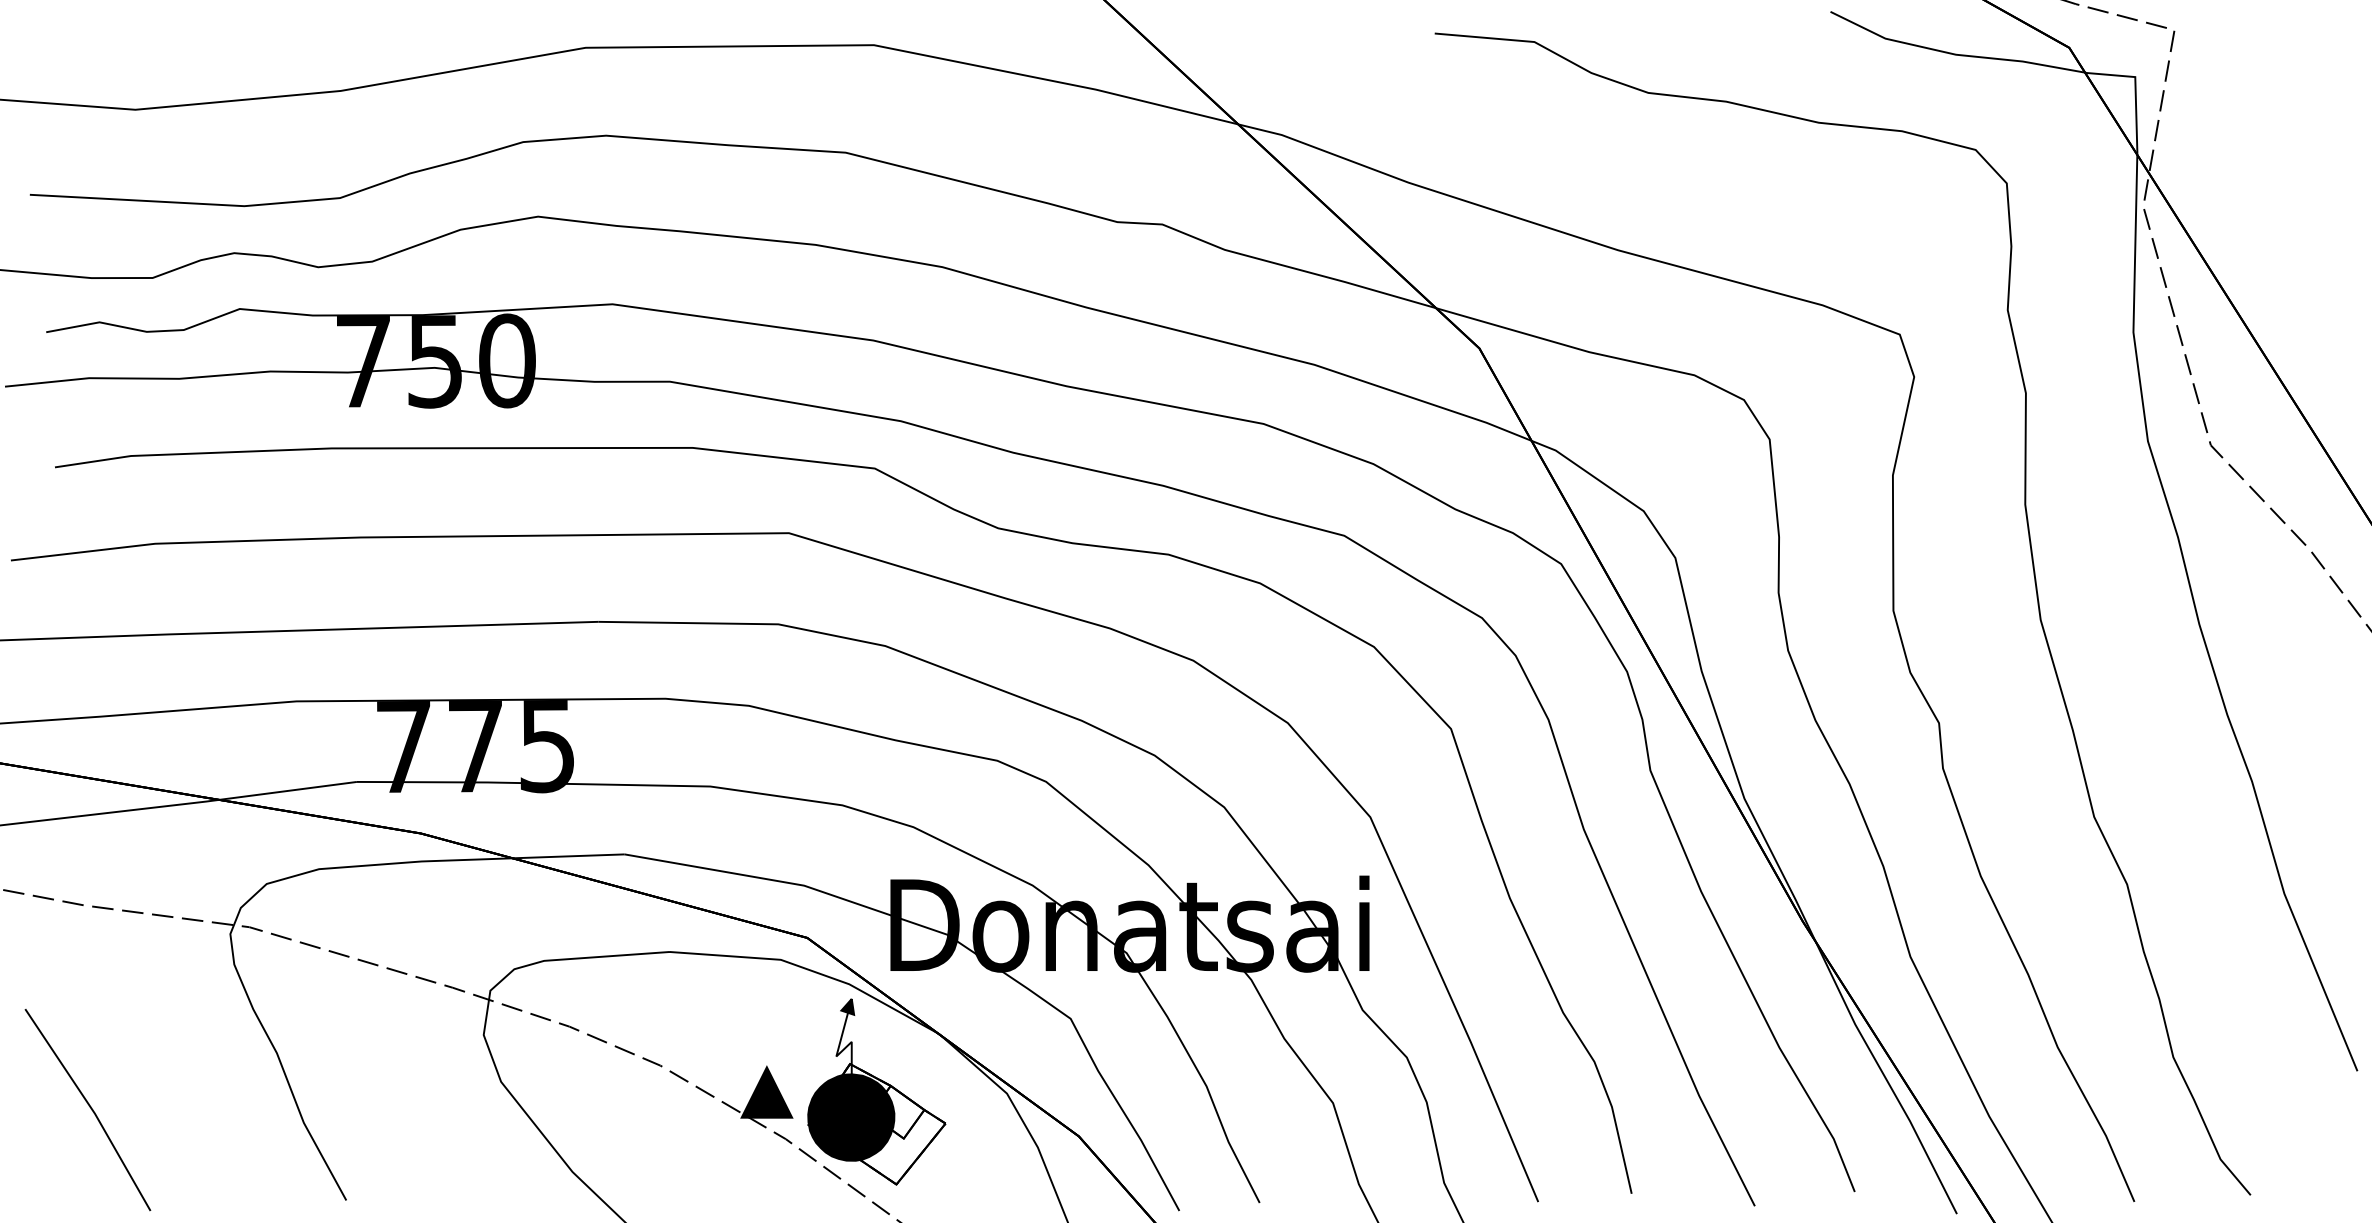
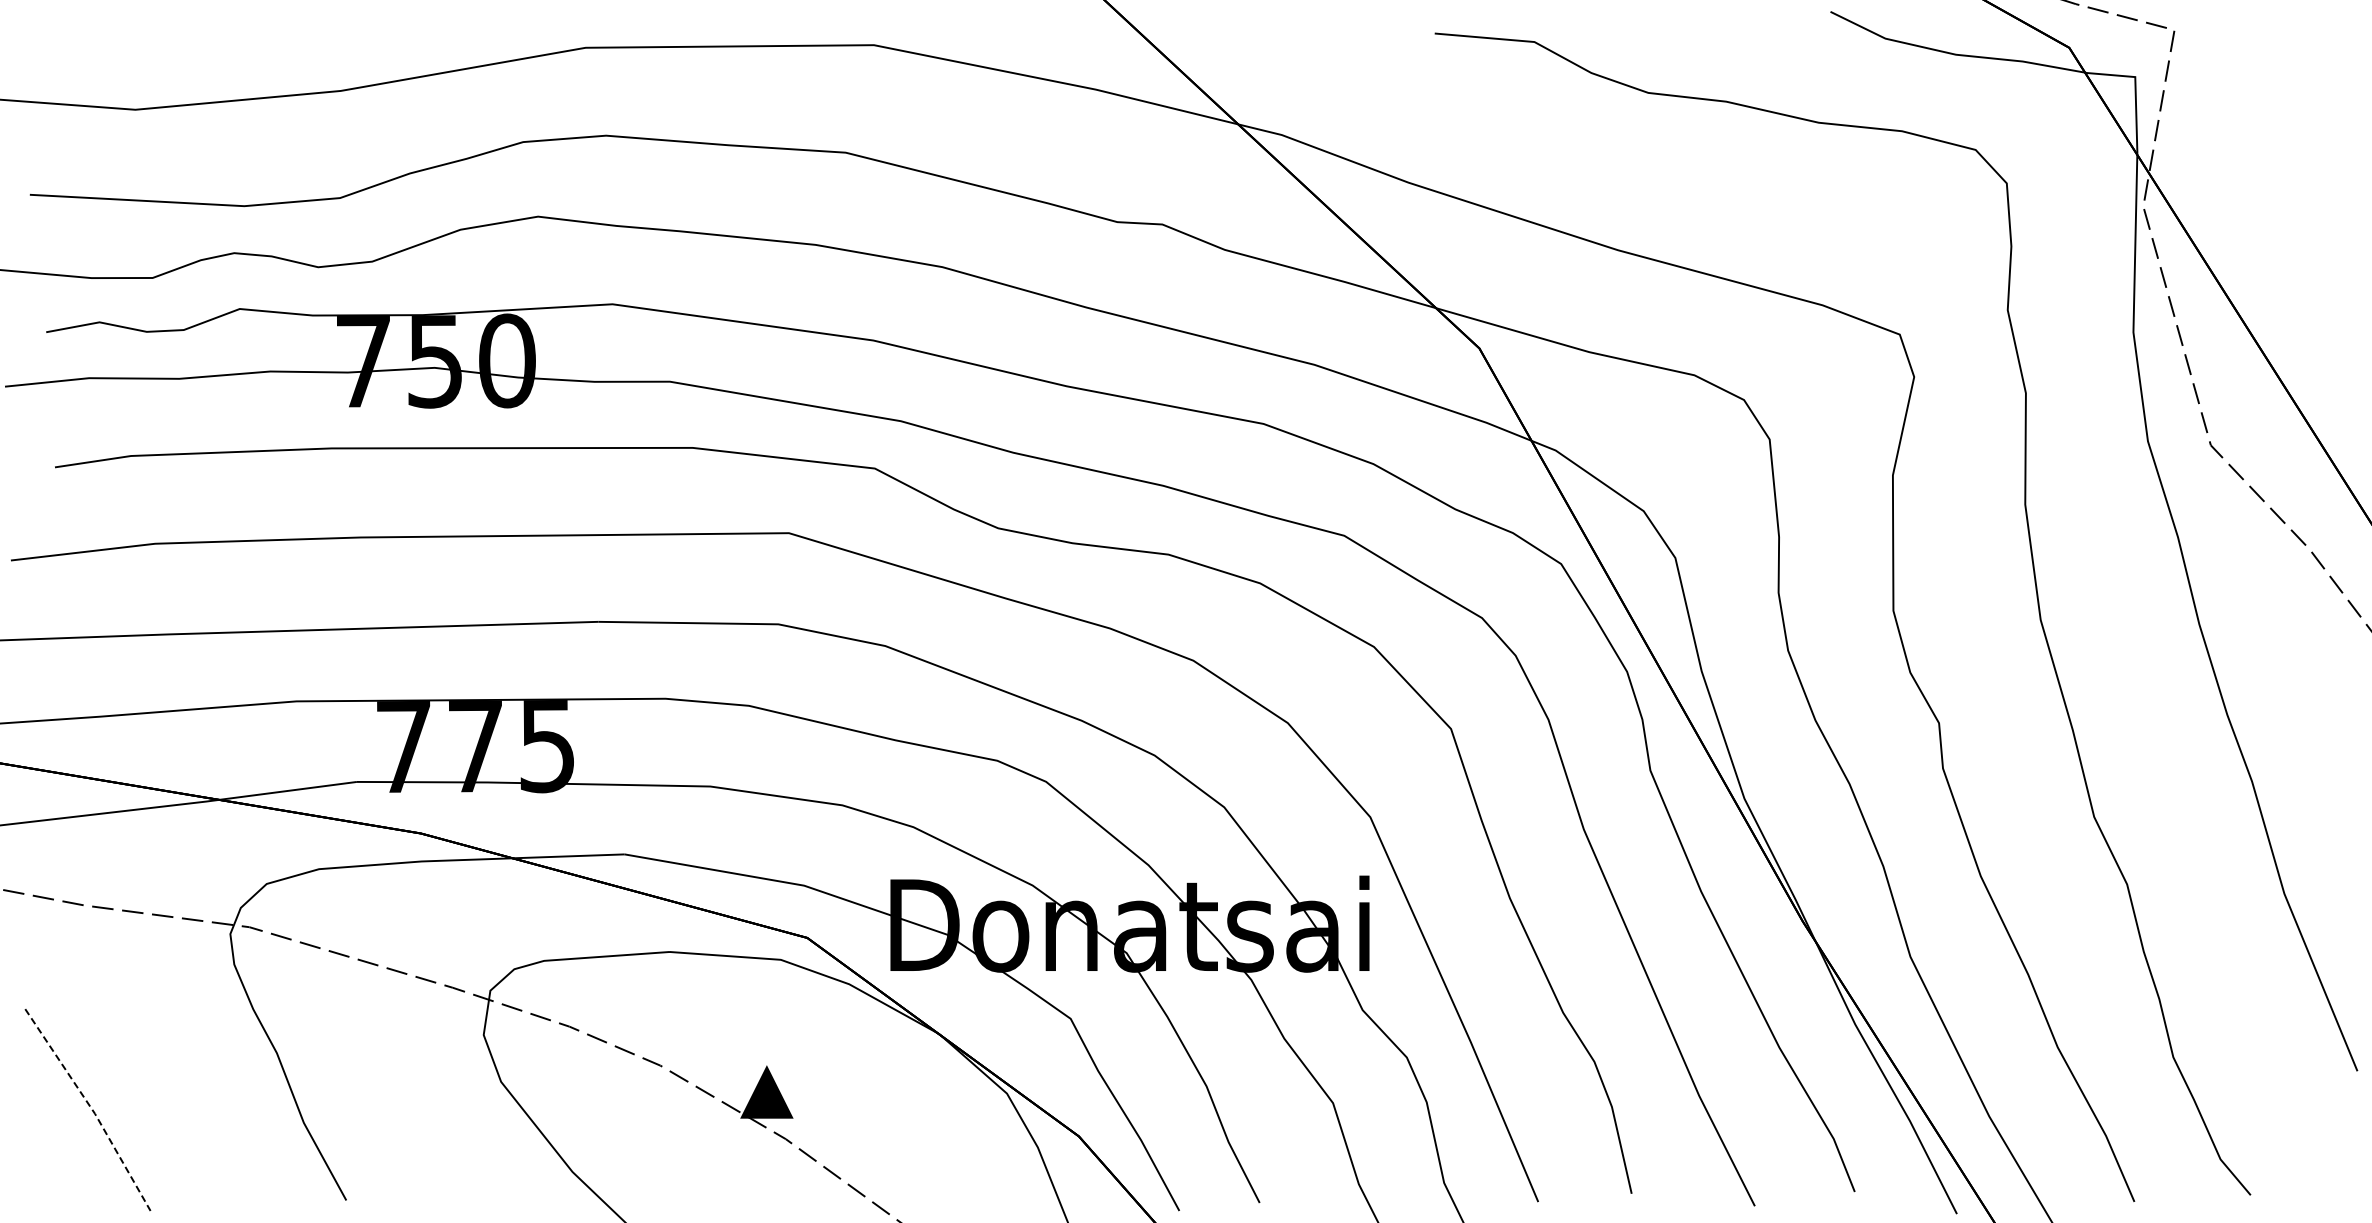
part at (876, 1091): present -> none
line at (91, 1108): solid -> dashed
